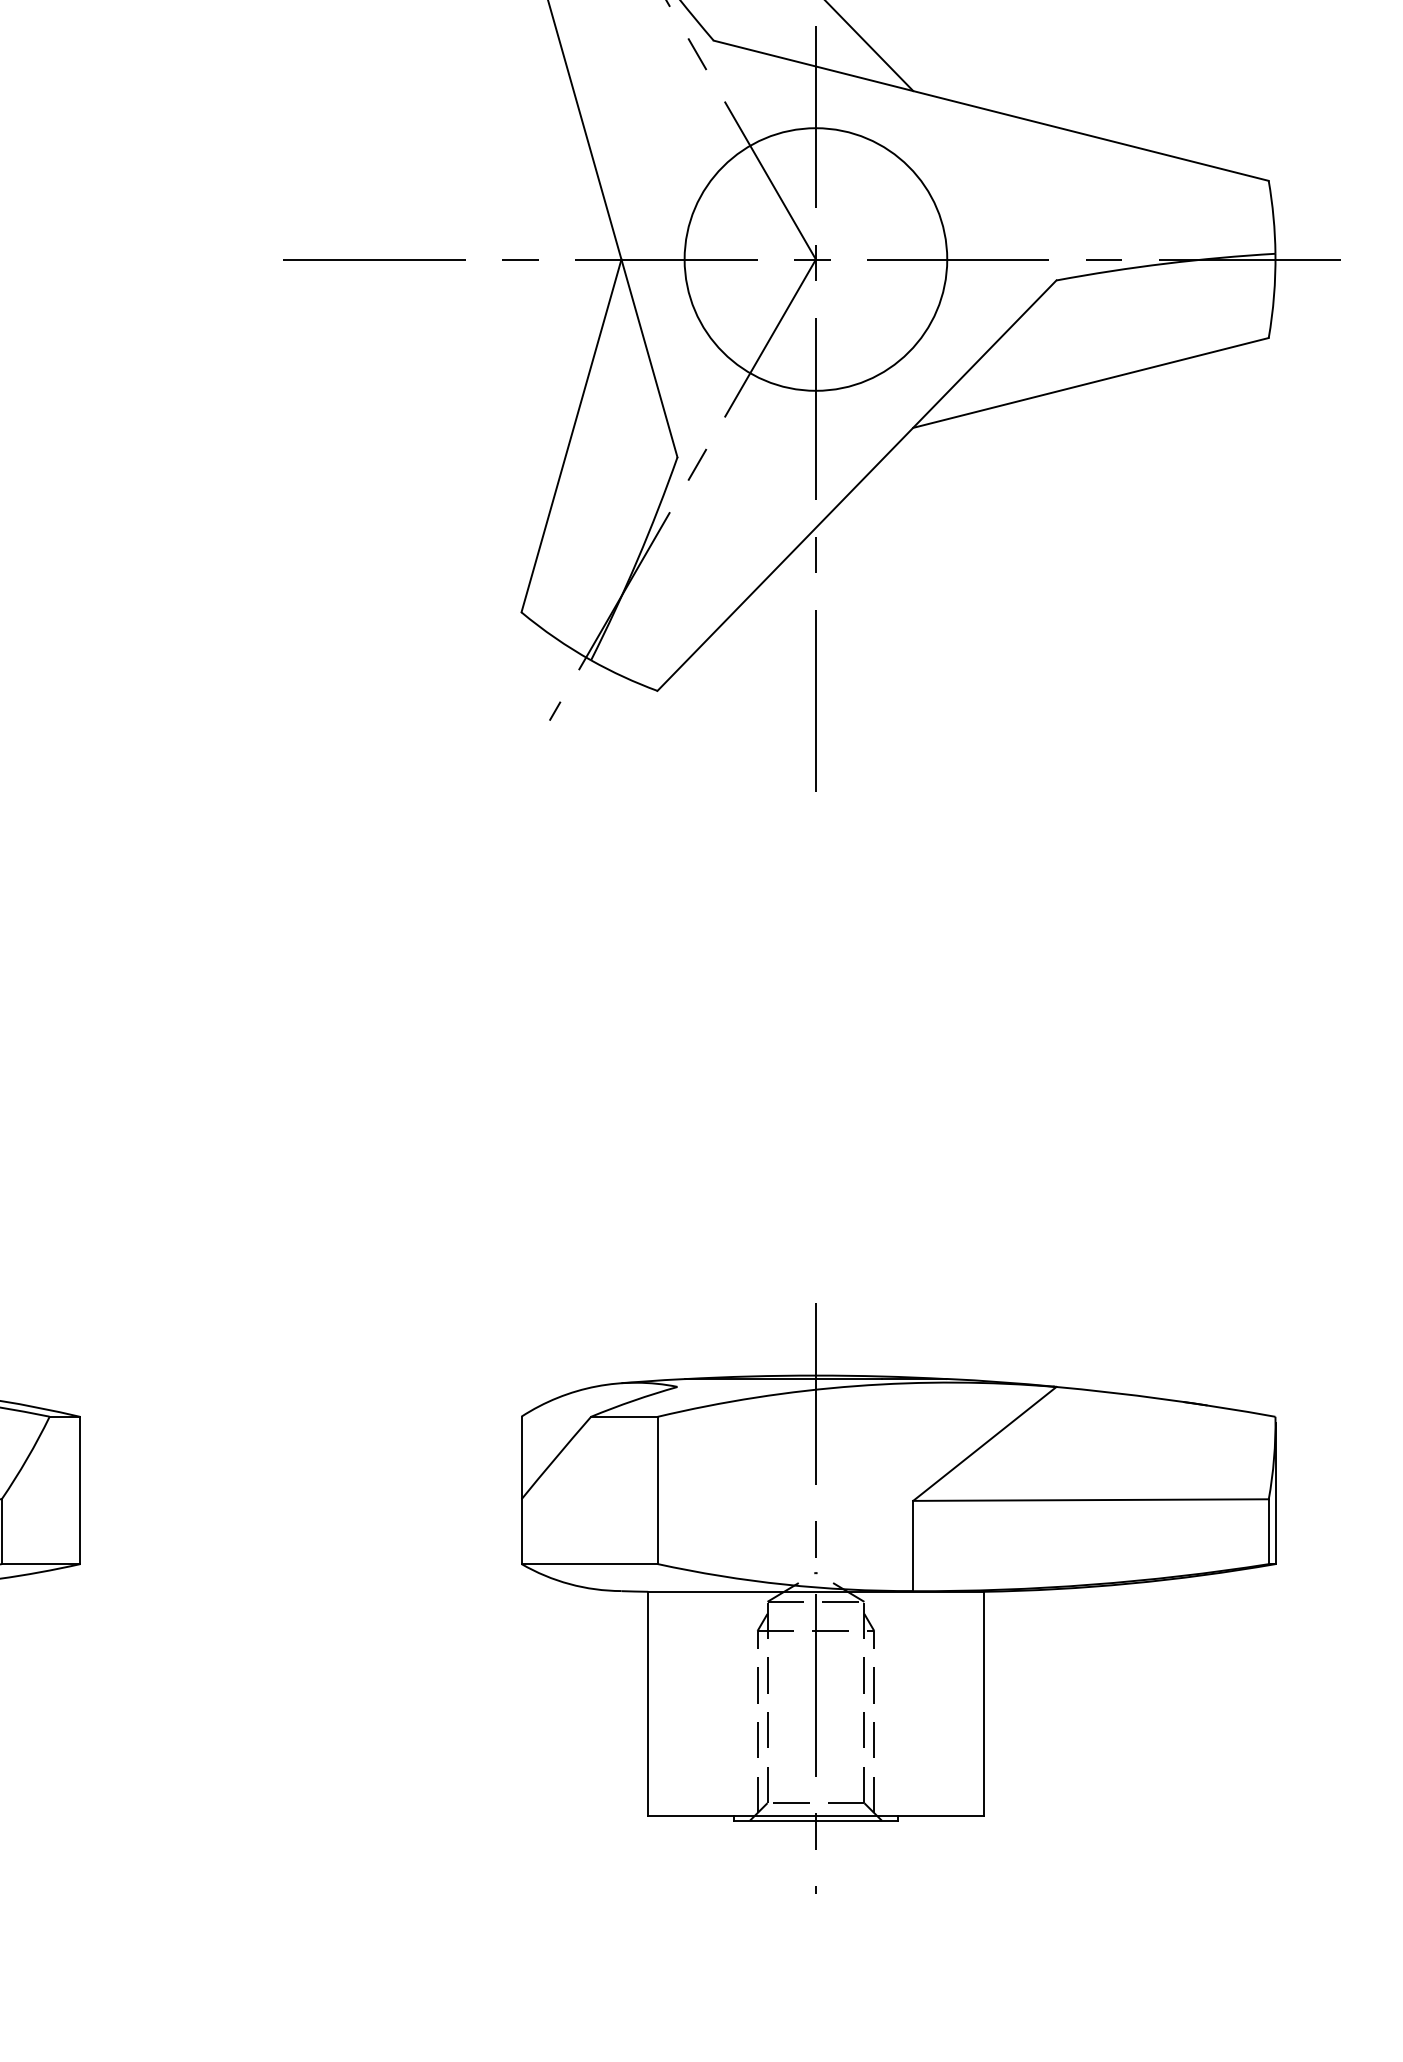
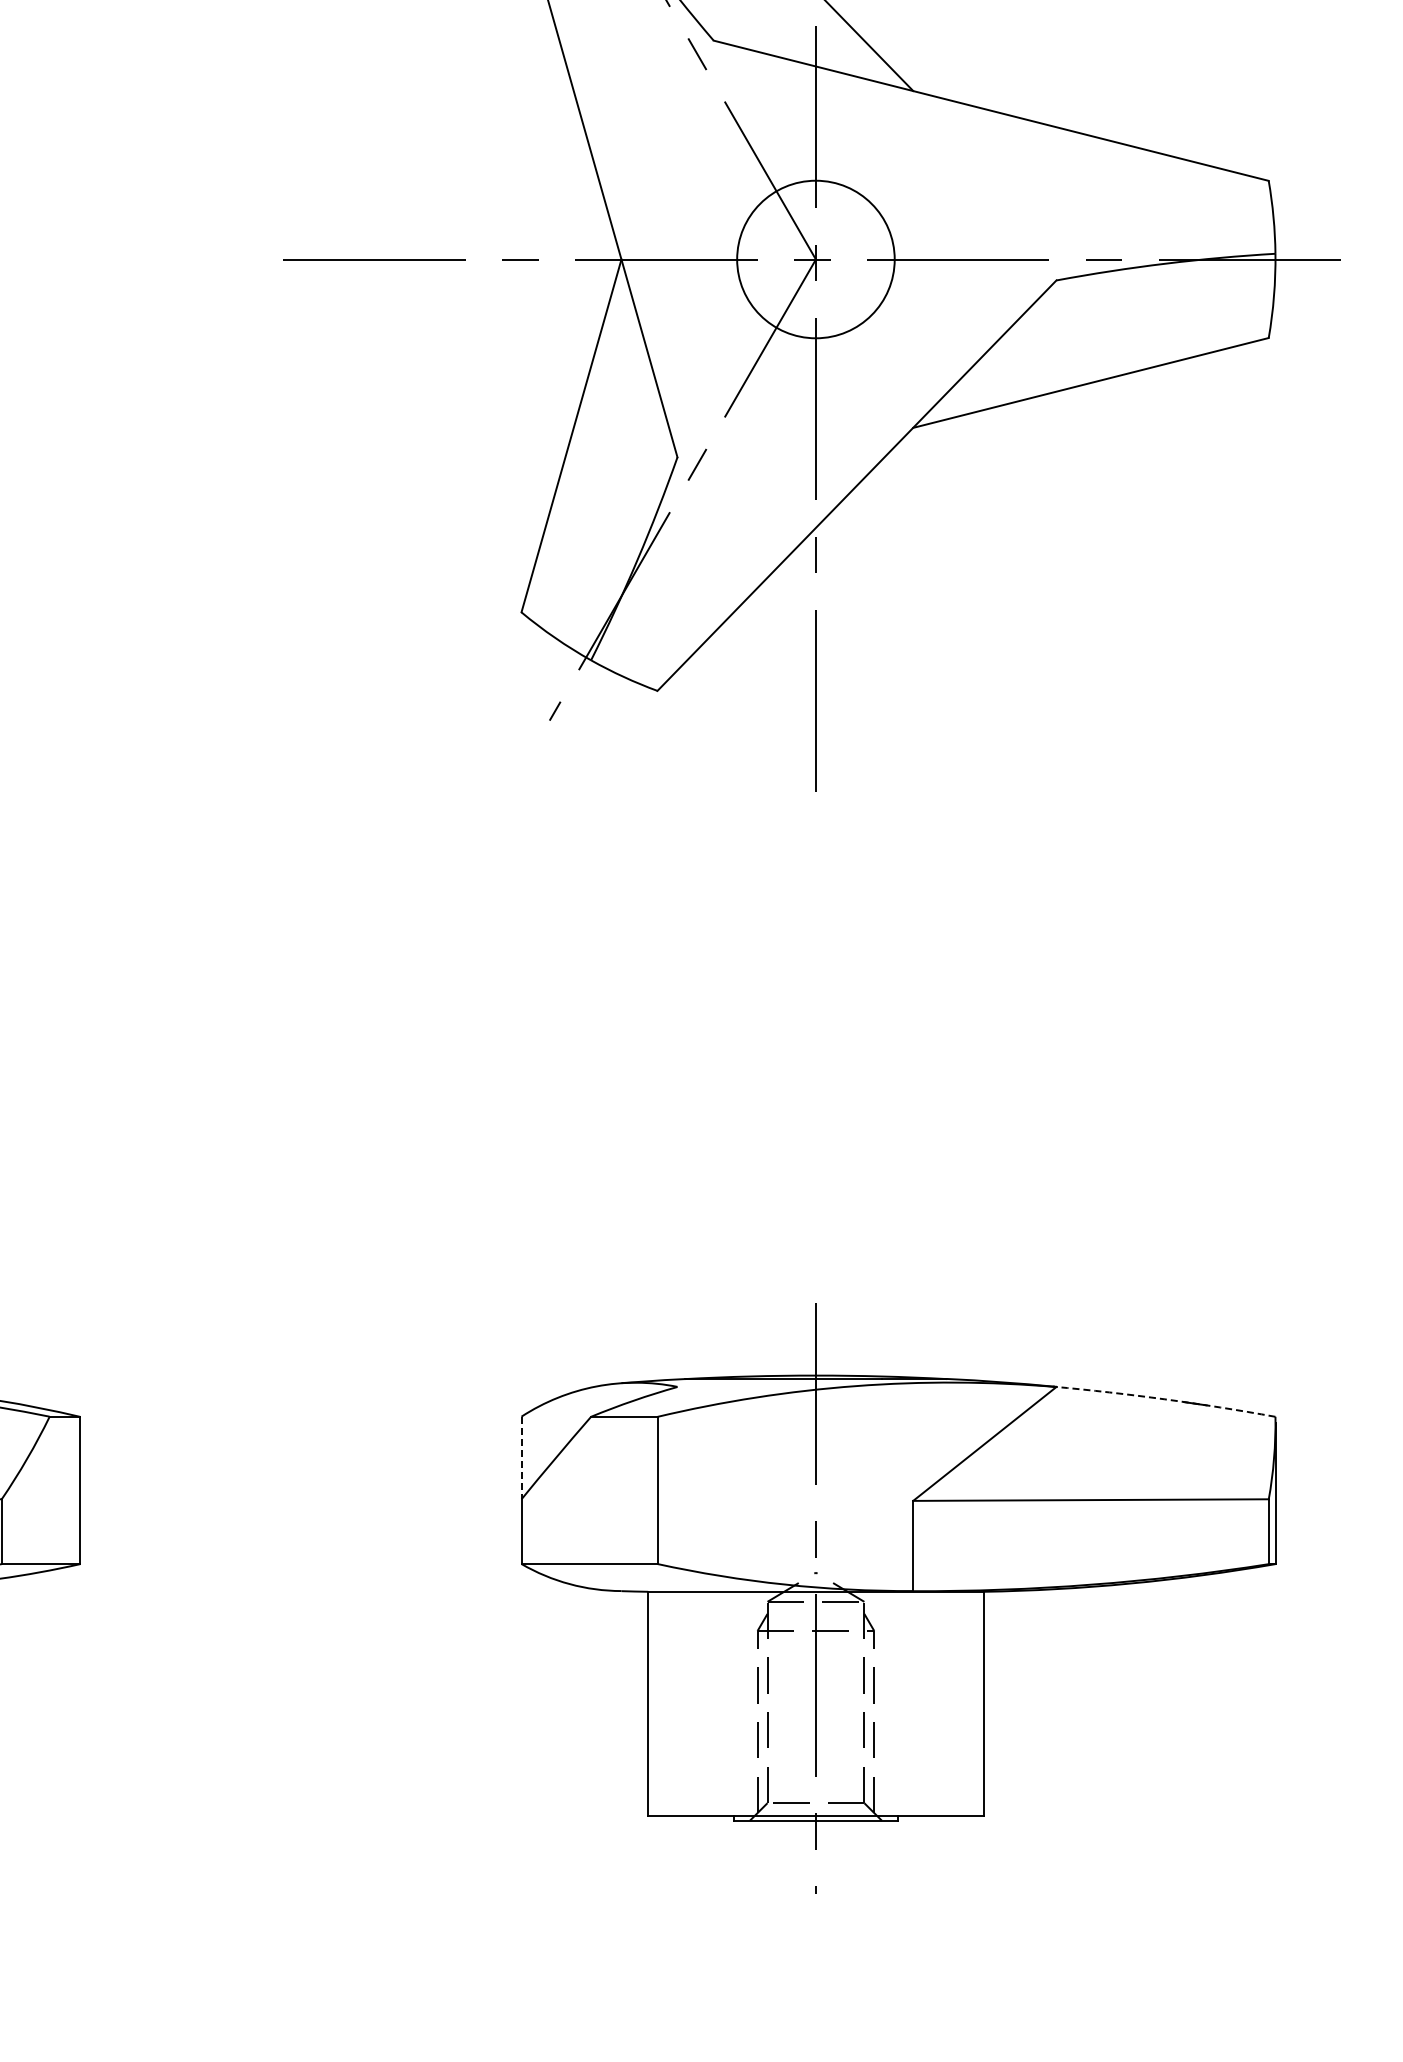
circle at (815, 259) diameter: 263 px -> 158 px
arc at (1164, 1399): solid -> dashed
line at (521, 1458): solid -> dashed
